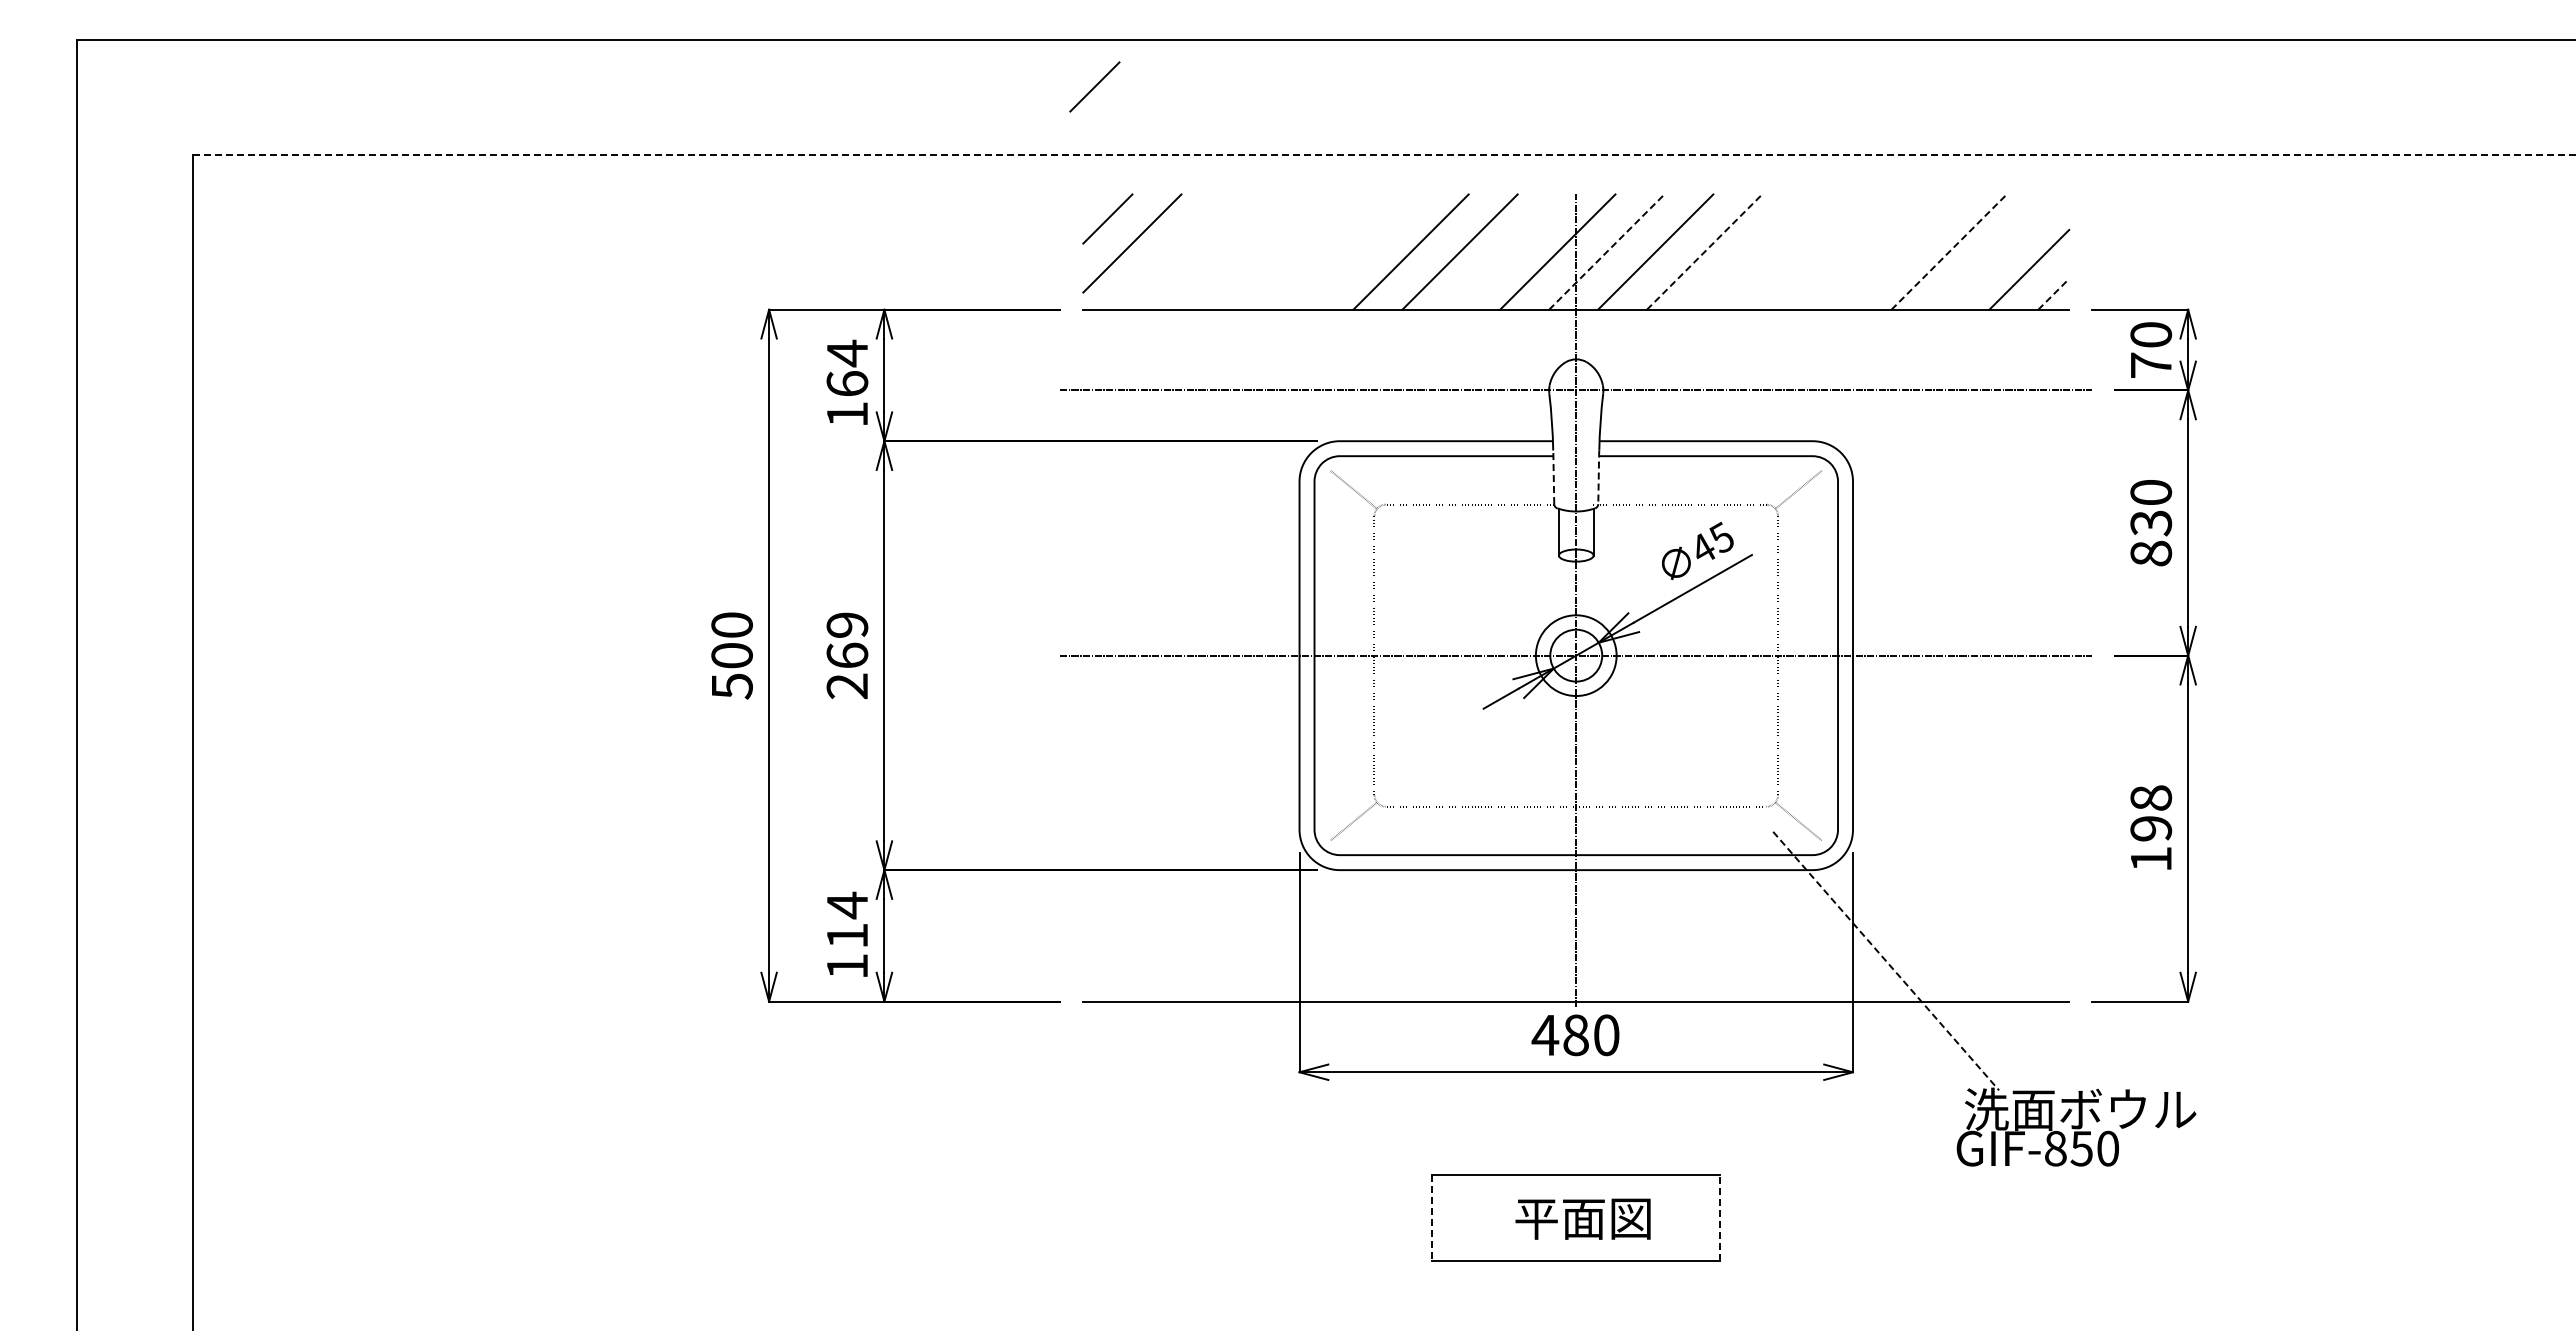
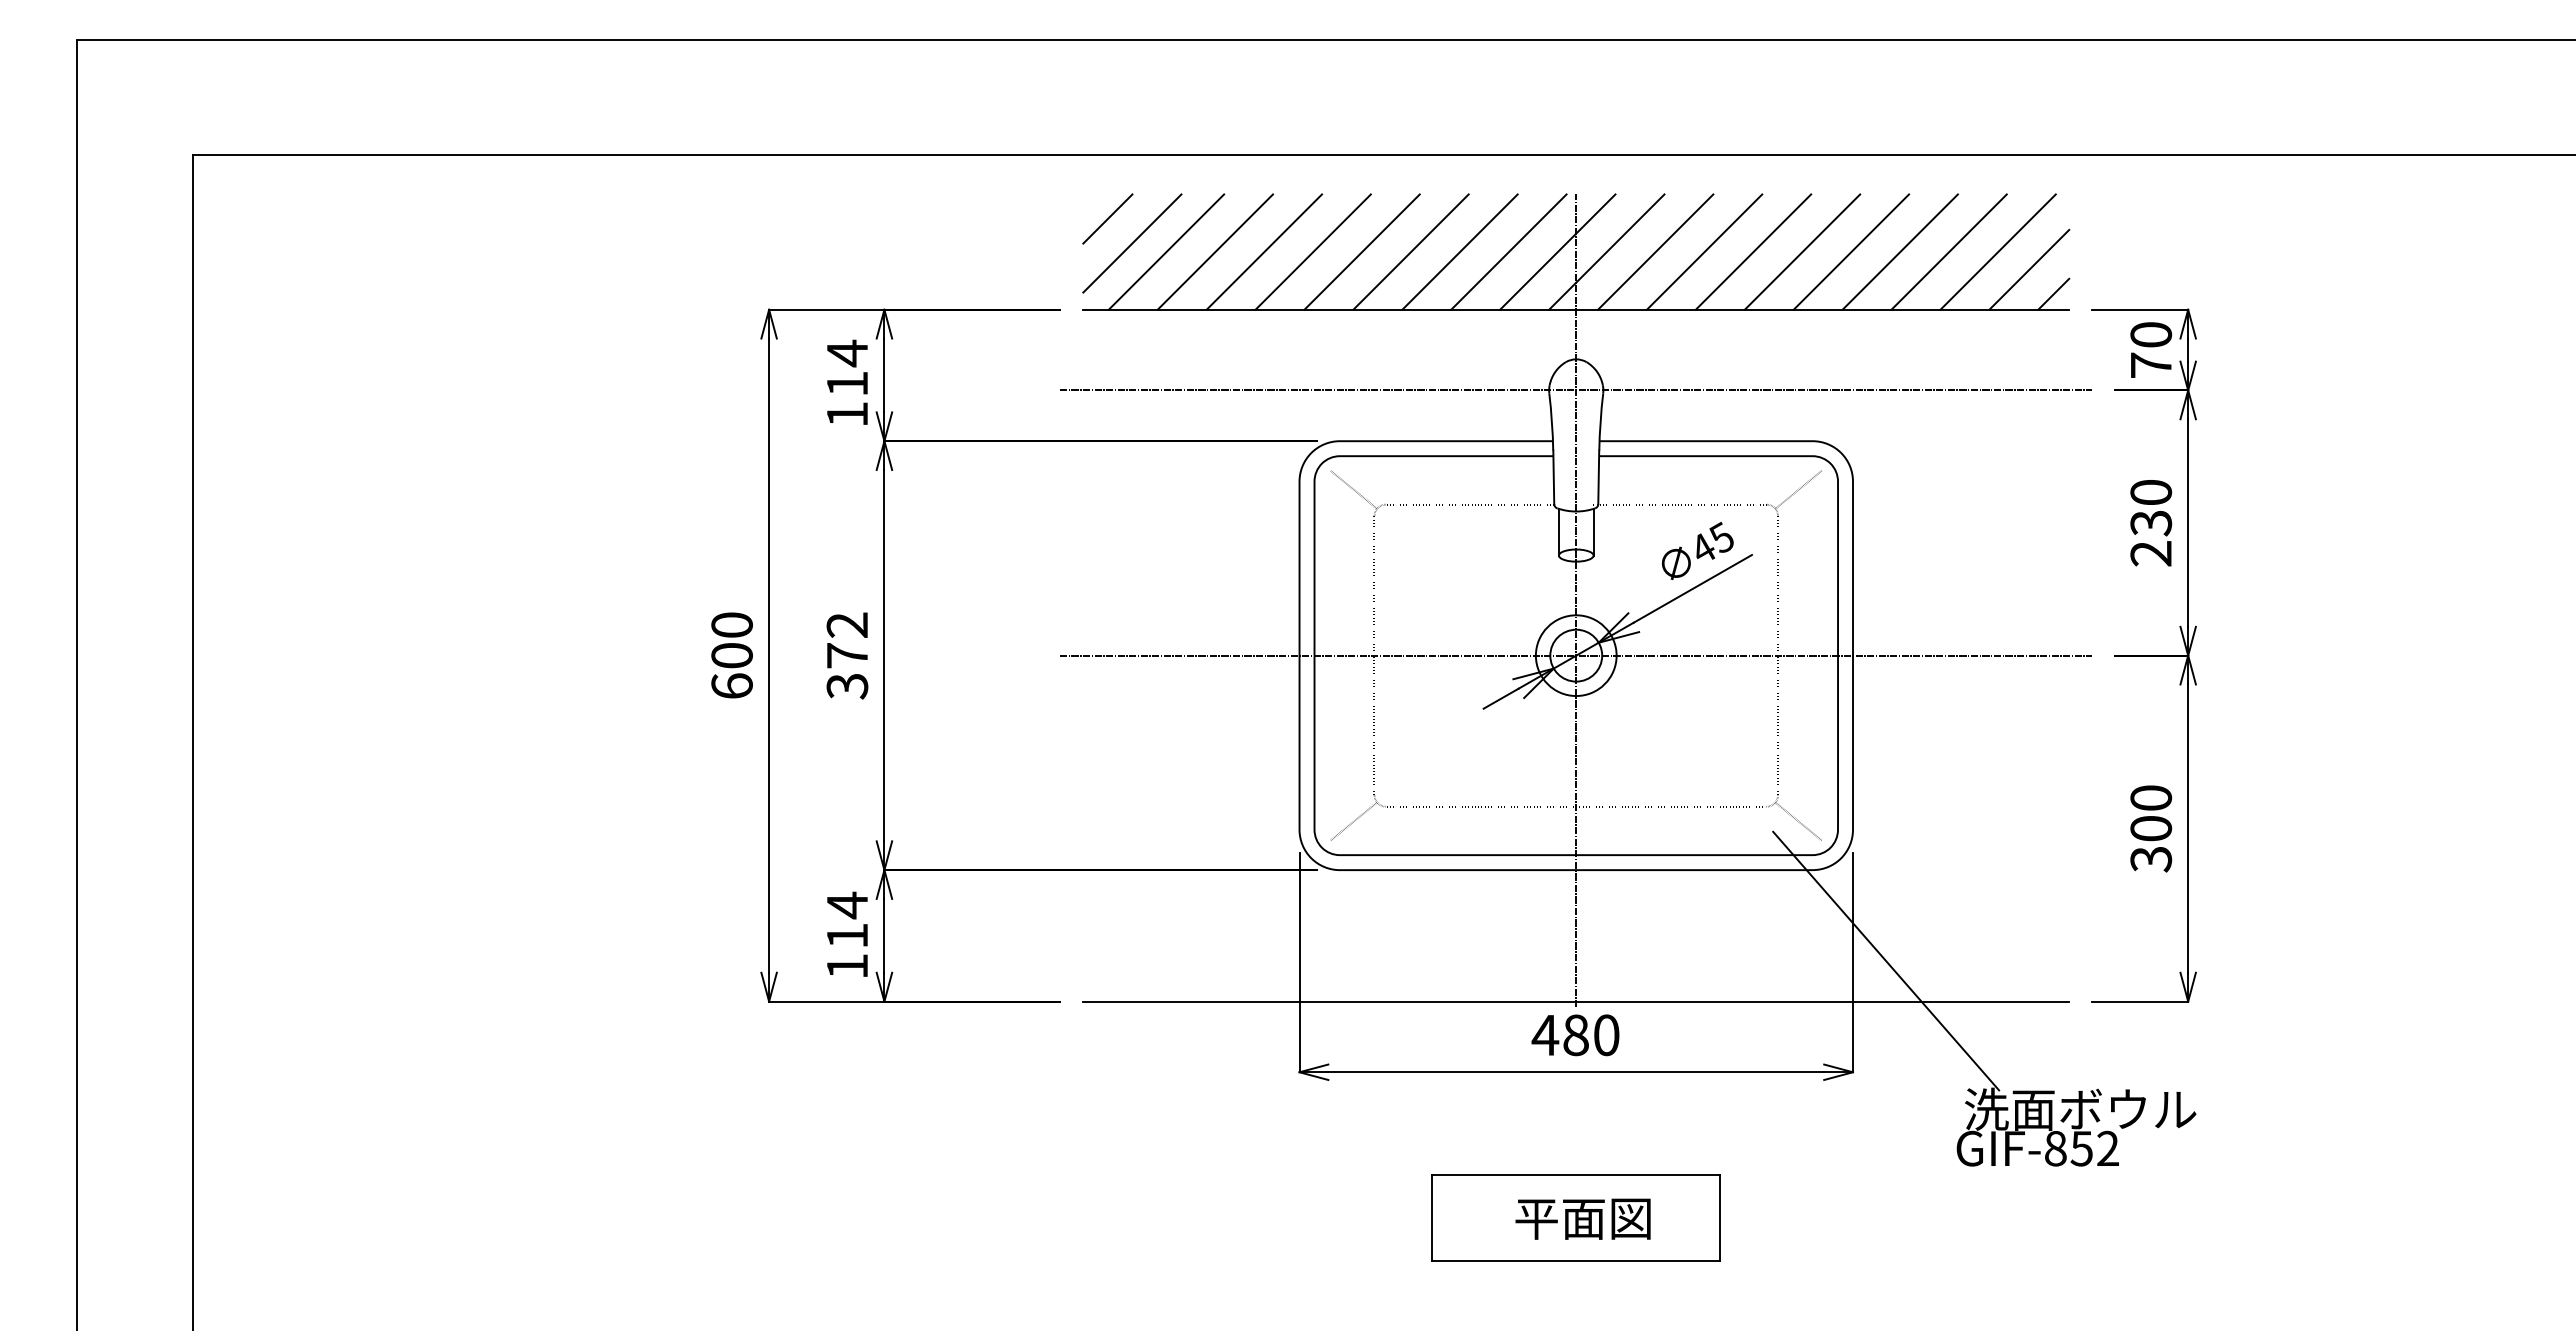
line at (1094, 86): present -> none
line at (1384, 155): dashed -> solid
line at (1166, 251): none -> present
line at (1215, 251): none -> present
line at (1264, 251): none -> present
line at (1312, 251): none -> present
line at (1361, 251): none -> present
line at (1508, 251): none -> present
line at (1753, 251): none -> present
line at (1802, 251): none -> present
line at (1851, 251): none -> present
line at (1899, 251): none -> present
line at (1997, 251): none -> present
line at (1606, 252): dashed -> solid
line at (1704, 252): dashed -> solid
line at (1949, 252): dashed -> solid
line at (2053, 294): dashed -> solid
text at (847, 383): 164 -> 114
line at (1553, 477): dashed -> solid
line at (1598, 477): dashed -> solid
text at (2151, 553): 830 -> 230
text at (847, 655): 269 -> 372
text at (731, 686): 500 -> 600
text at (2151, 828): 198 -> 300
line at (1886, 961): dashed -> solid
text at (2107, 1148): GIF-850 -> GIF-852
line at (1720, 1217): dashed -> solid
line at (1432, 1218): dashed -> solid
